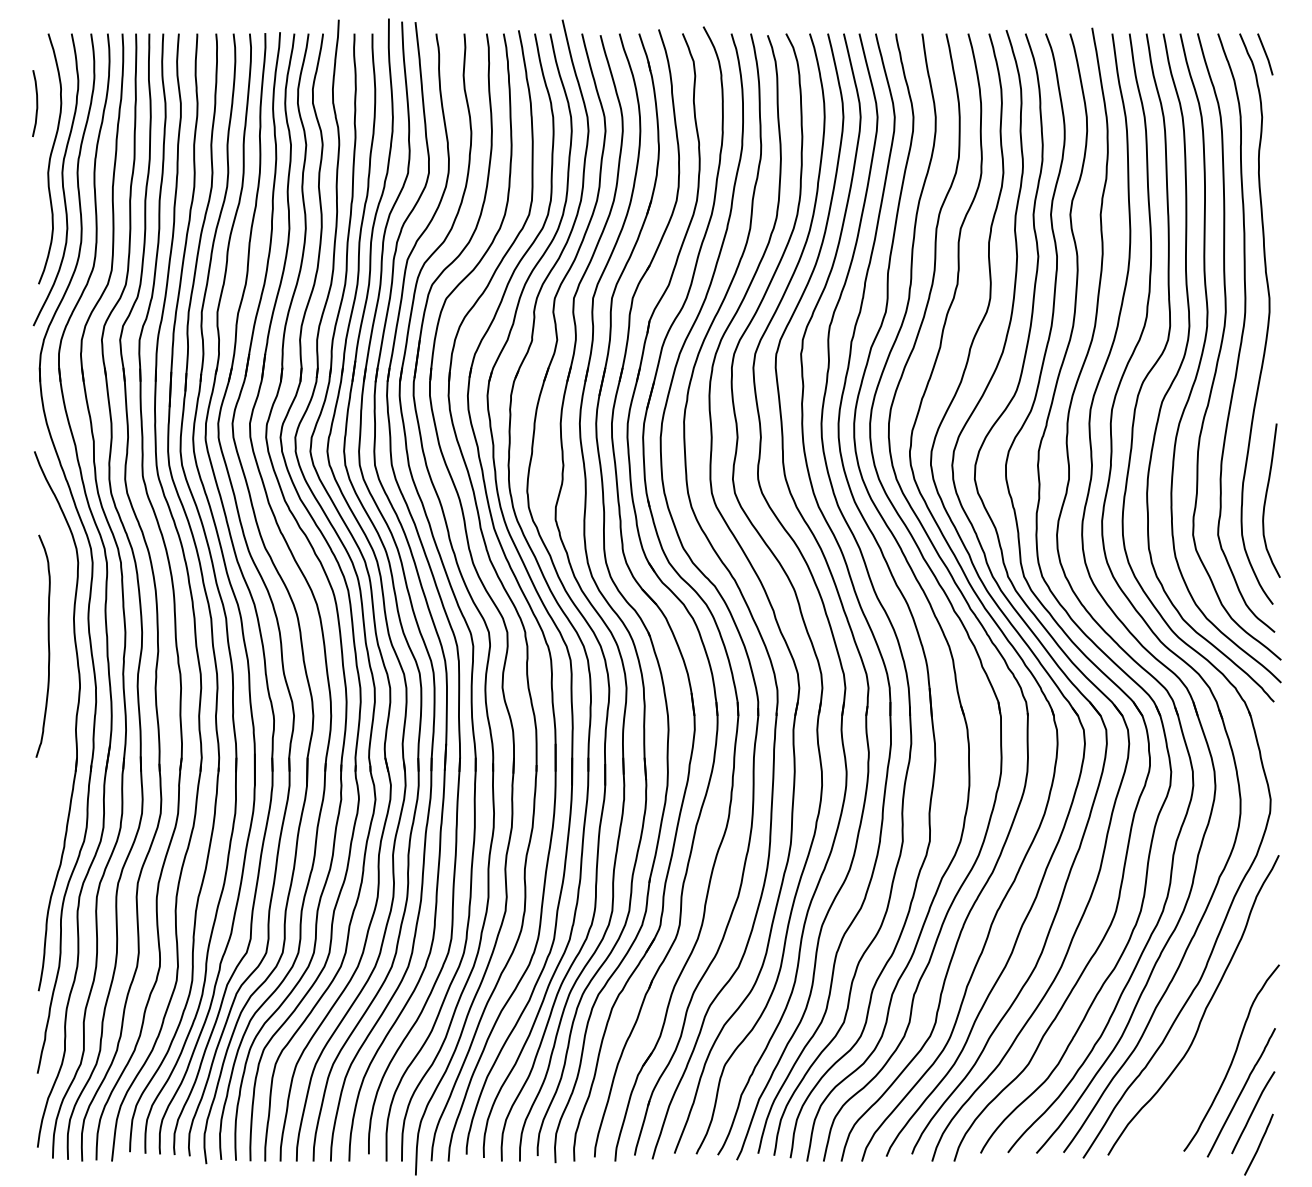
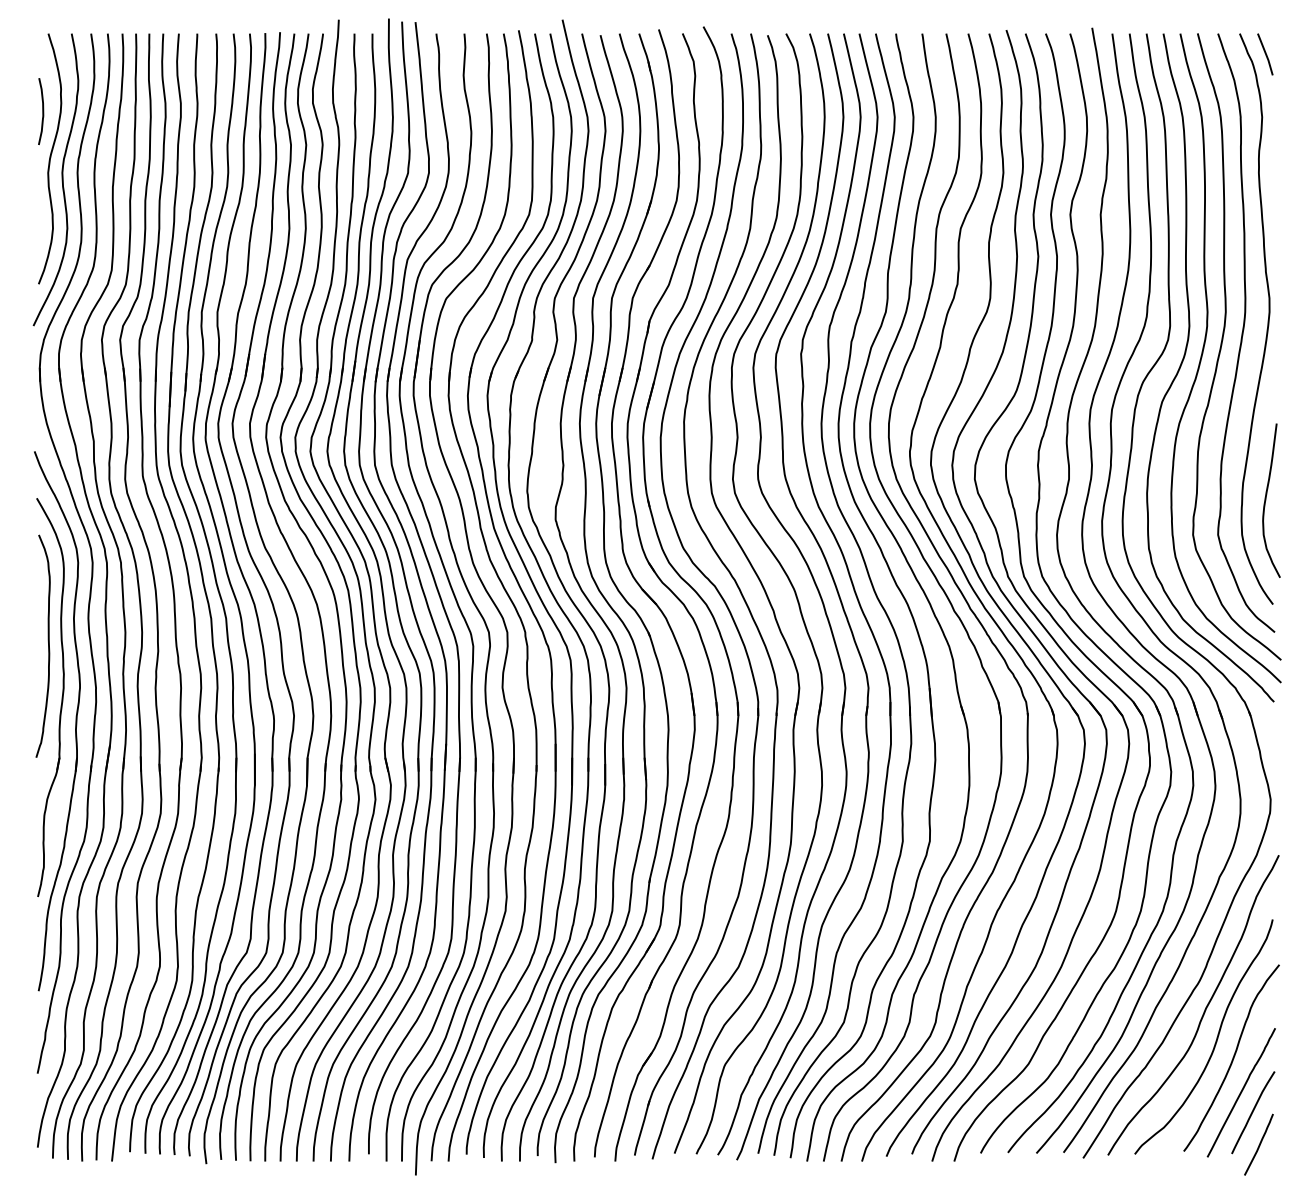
curve at (36, 103) position: (36, 103) -> (42, 111)
part at (61, 697): none -> present
curve at (1215, 1040): none -> present
